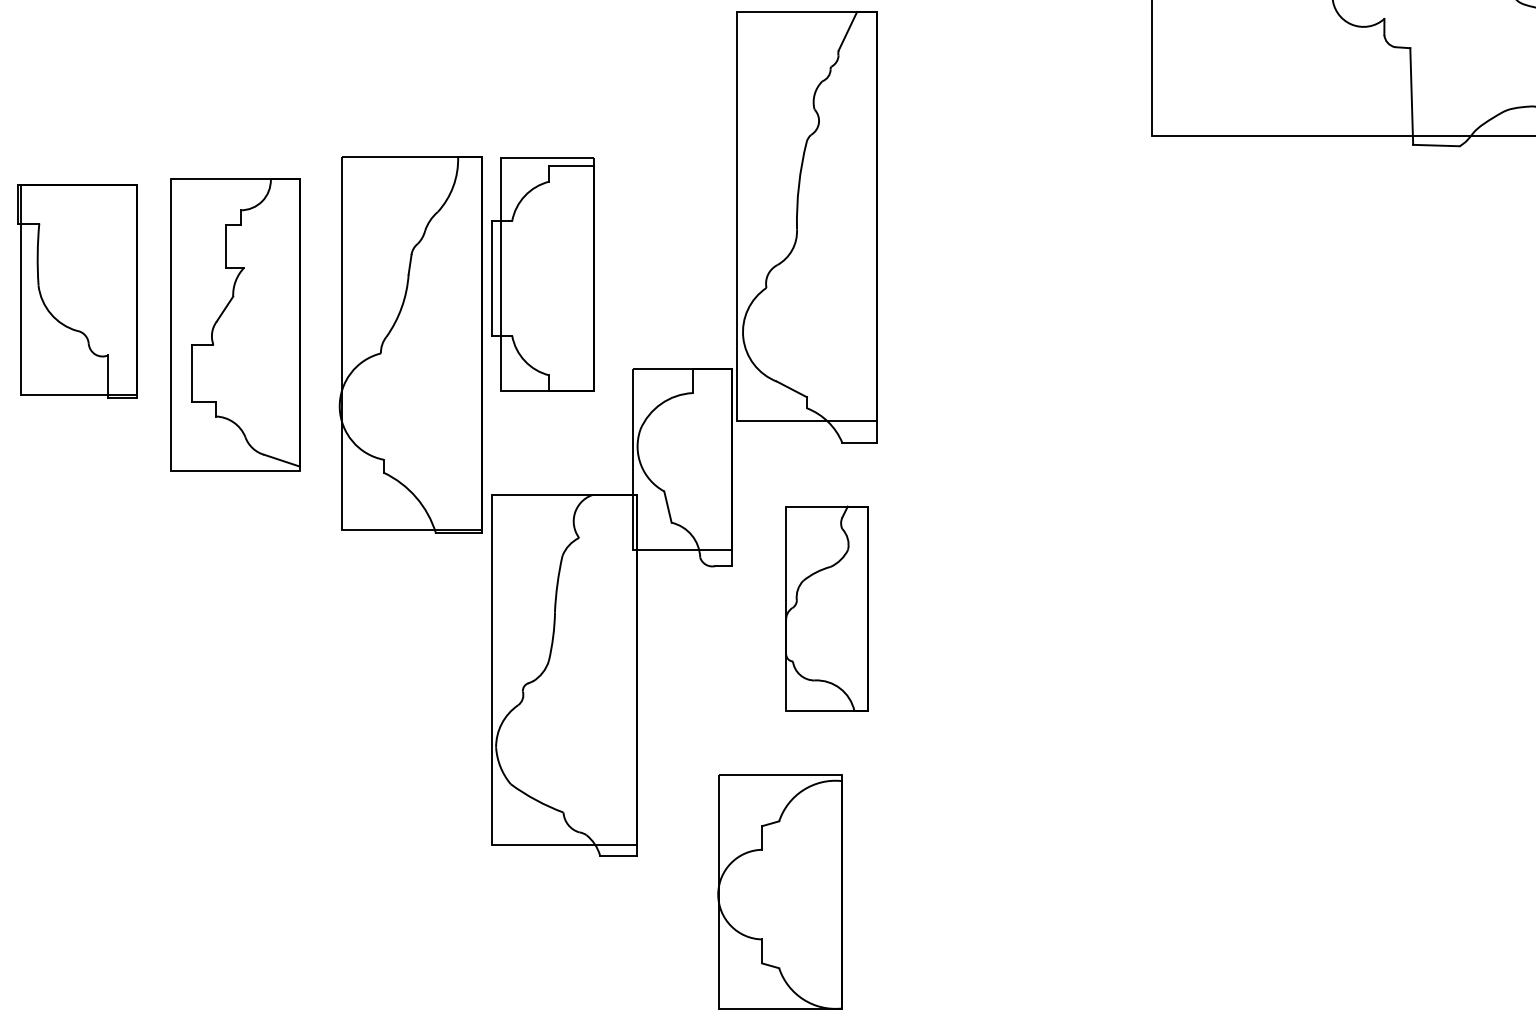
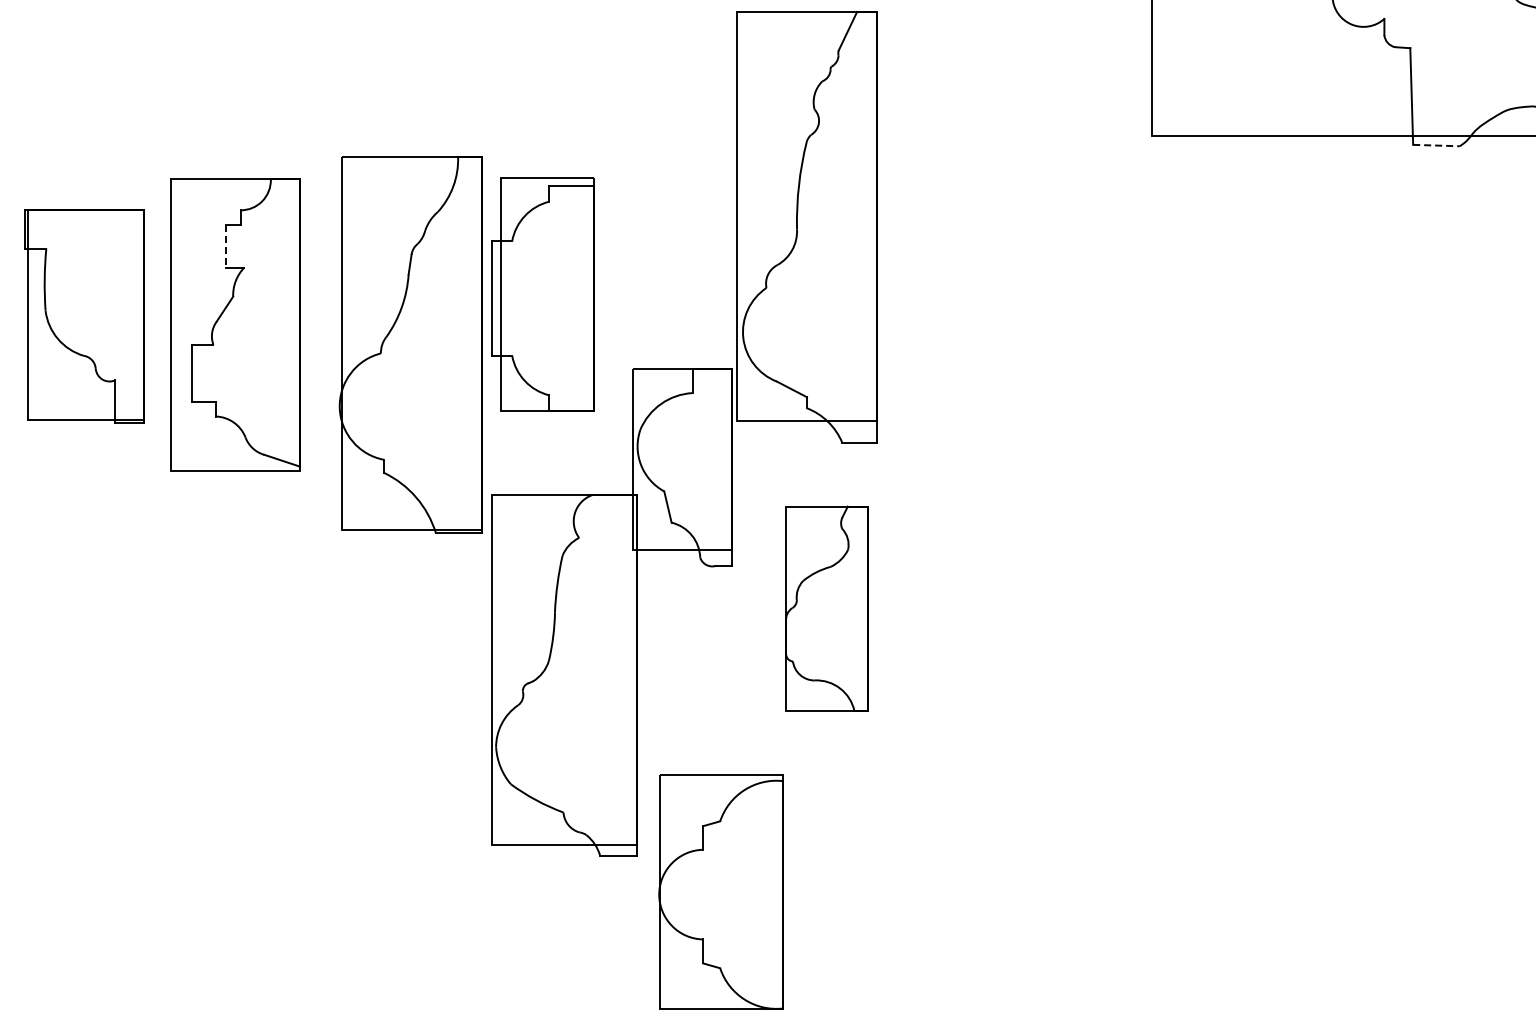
line at (1436, 145): solid -> dashed
line at (225, 246): solid -> dashed
part at (542, 274) position: (542, 274) -> (542, 294)
part at (77, 291) position: (77, 291) -> (84, 316)
part at (779, 891) position: (779, 891) -> (720, 891)
